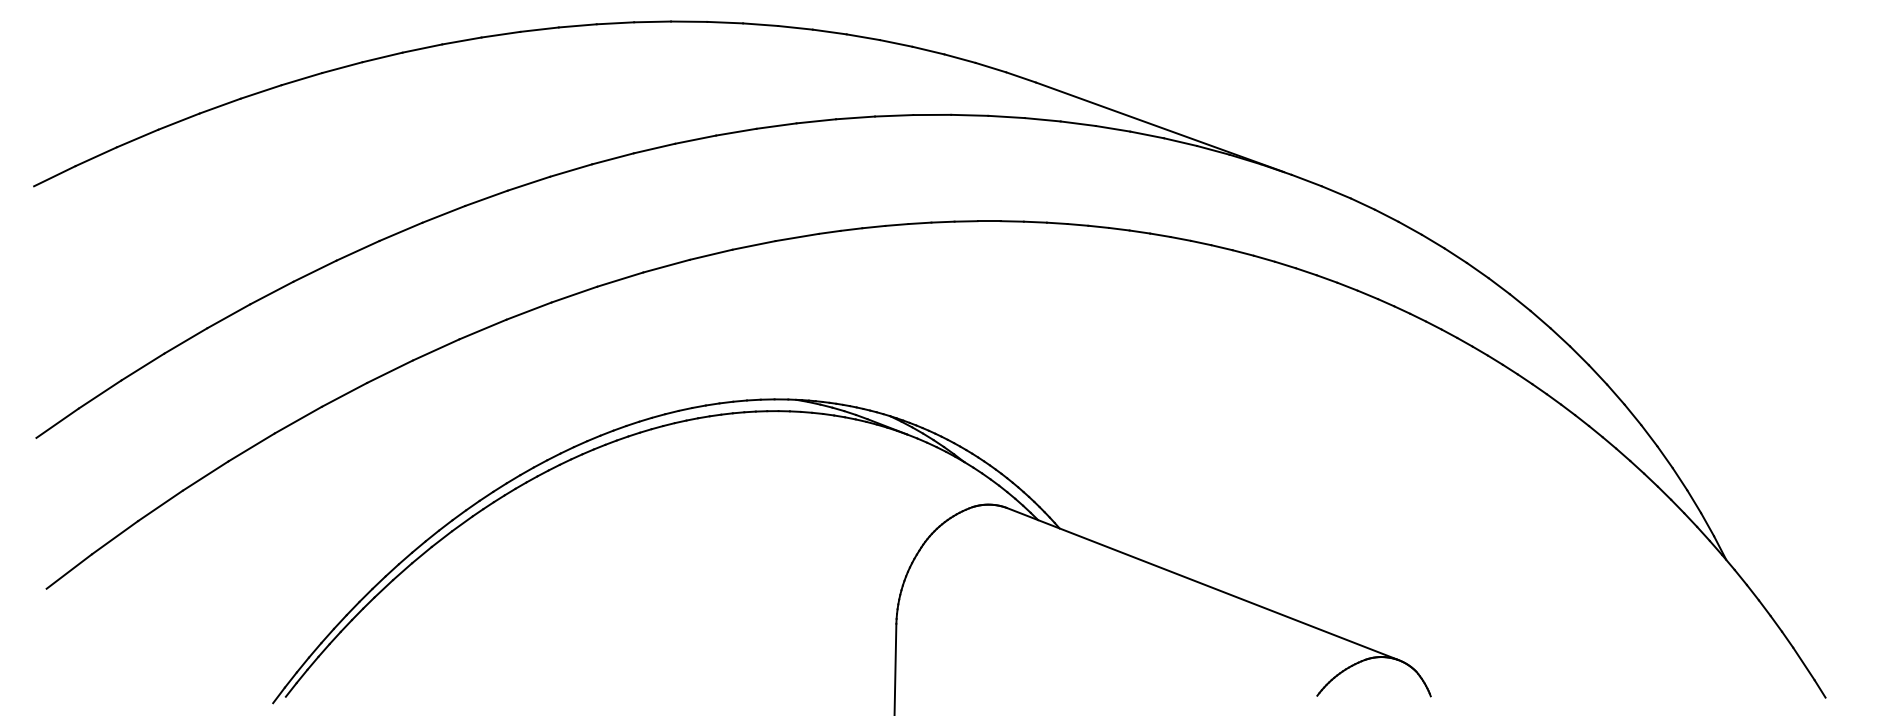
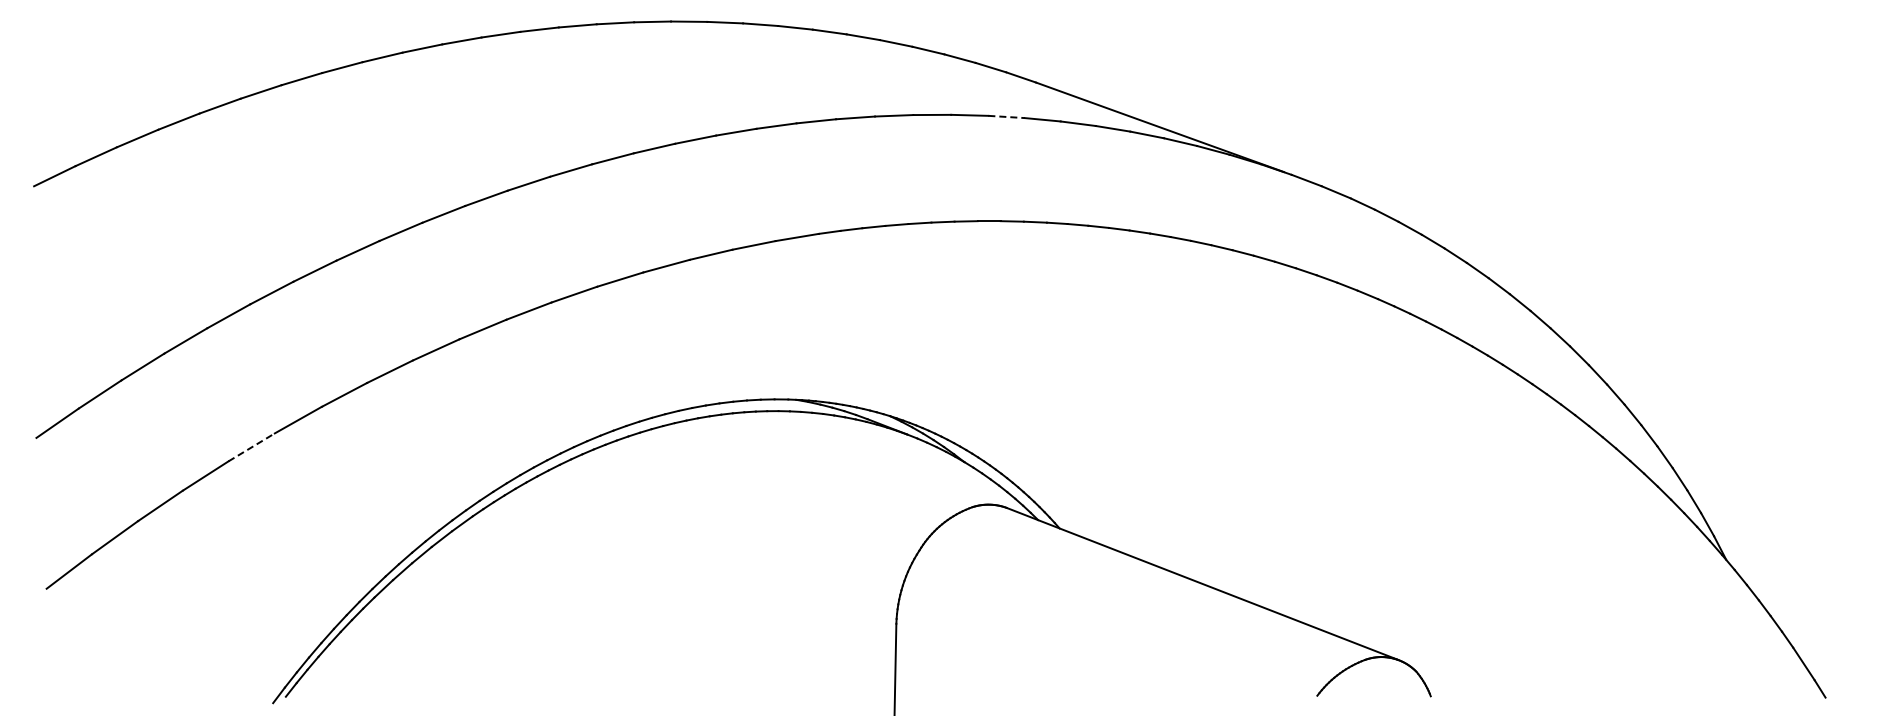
line at (1007, 117): solid -> dashed
line at (252, 447): solid -> dashed
